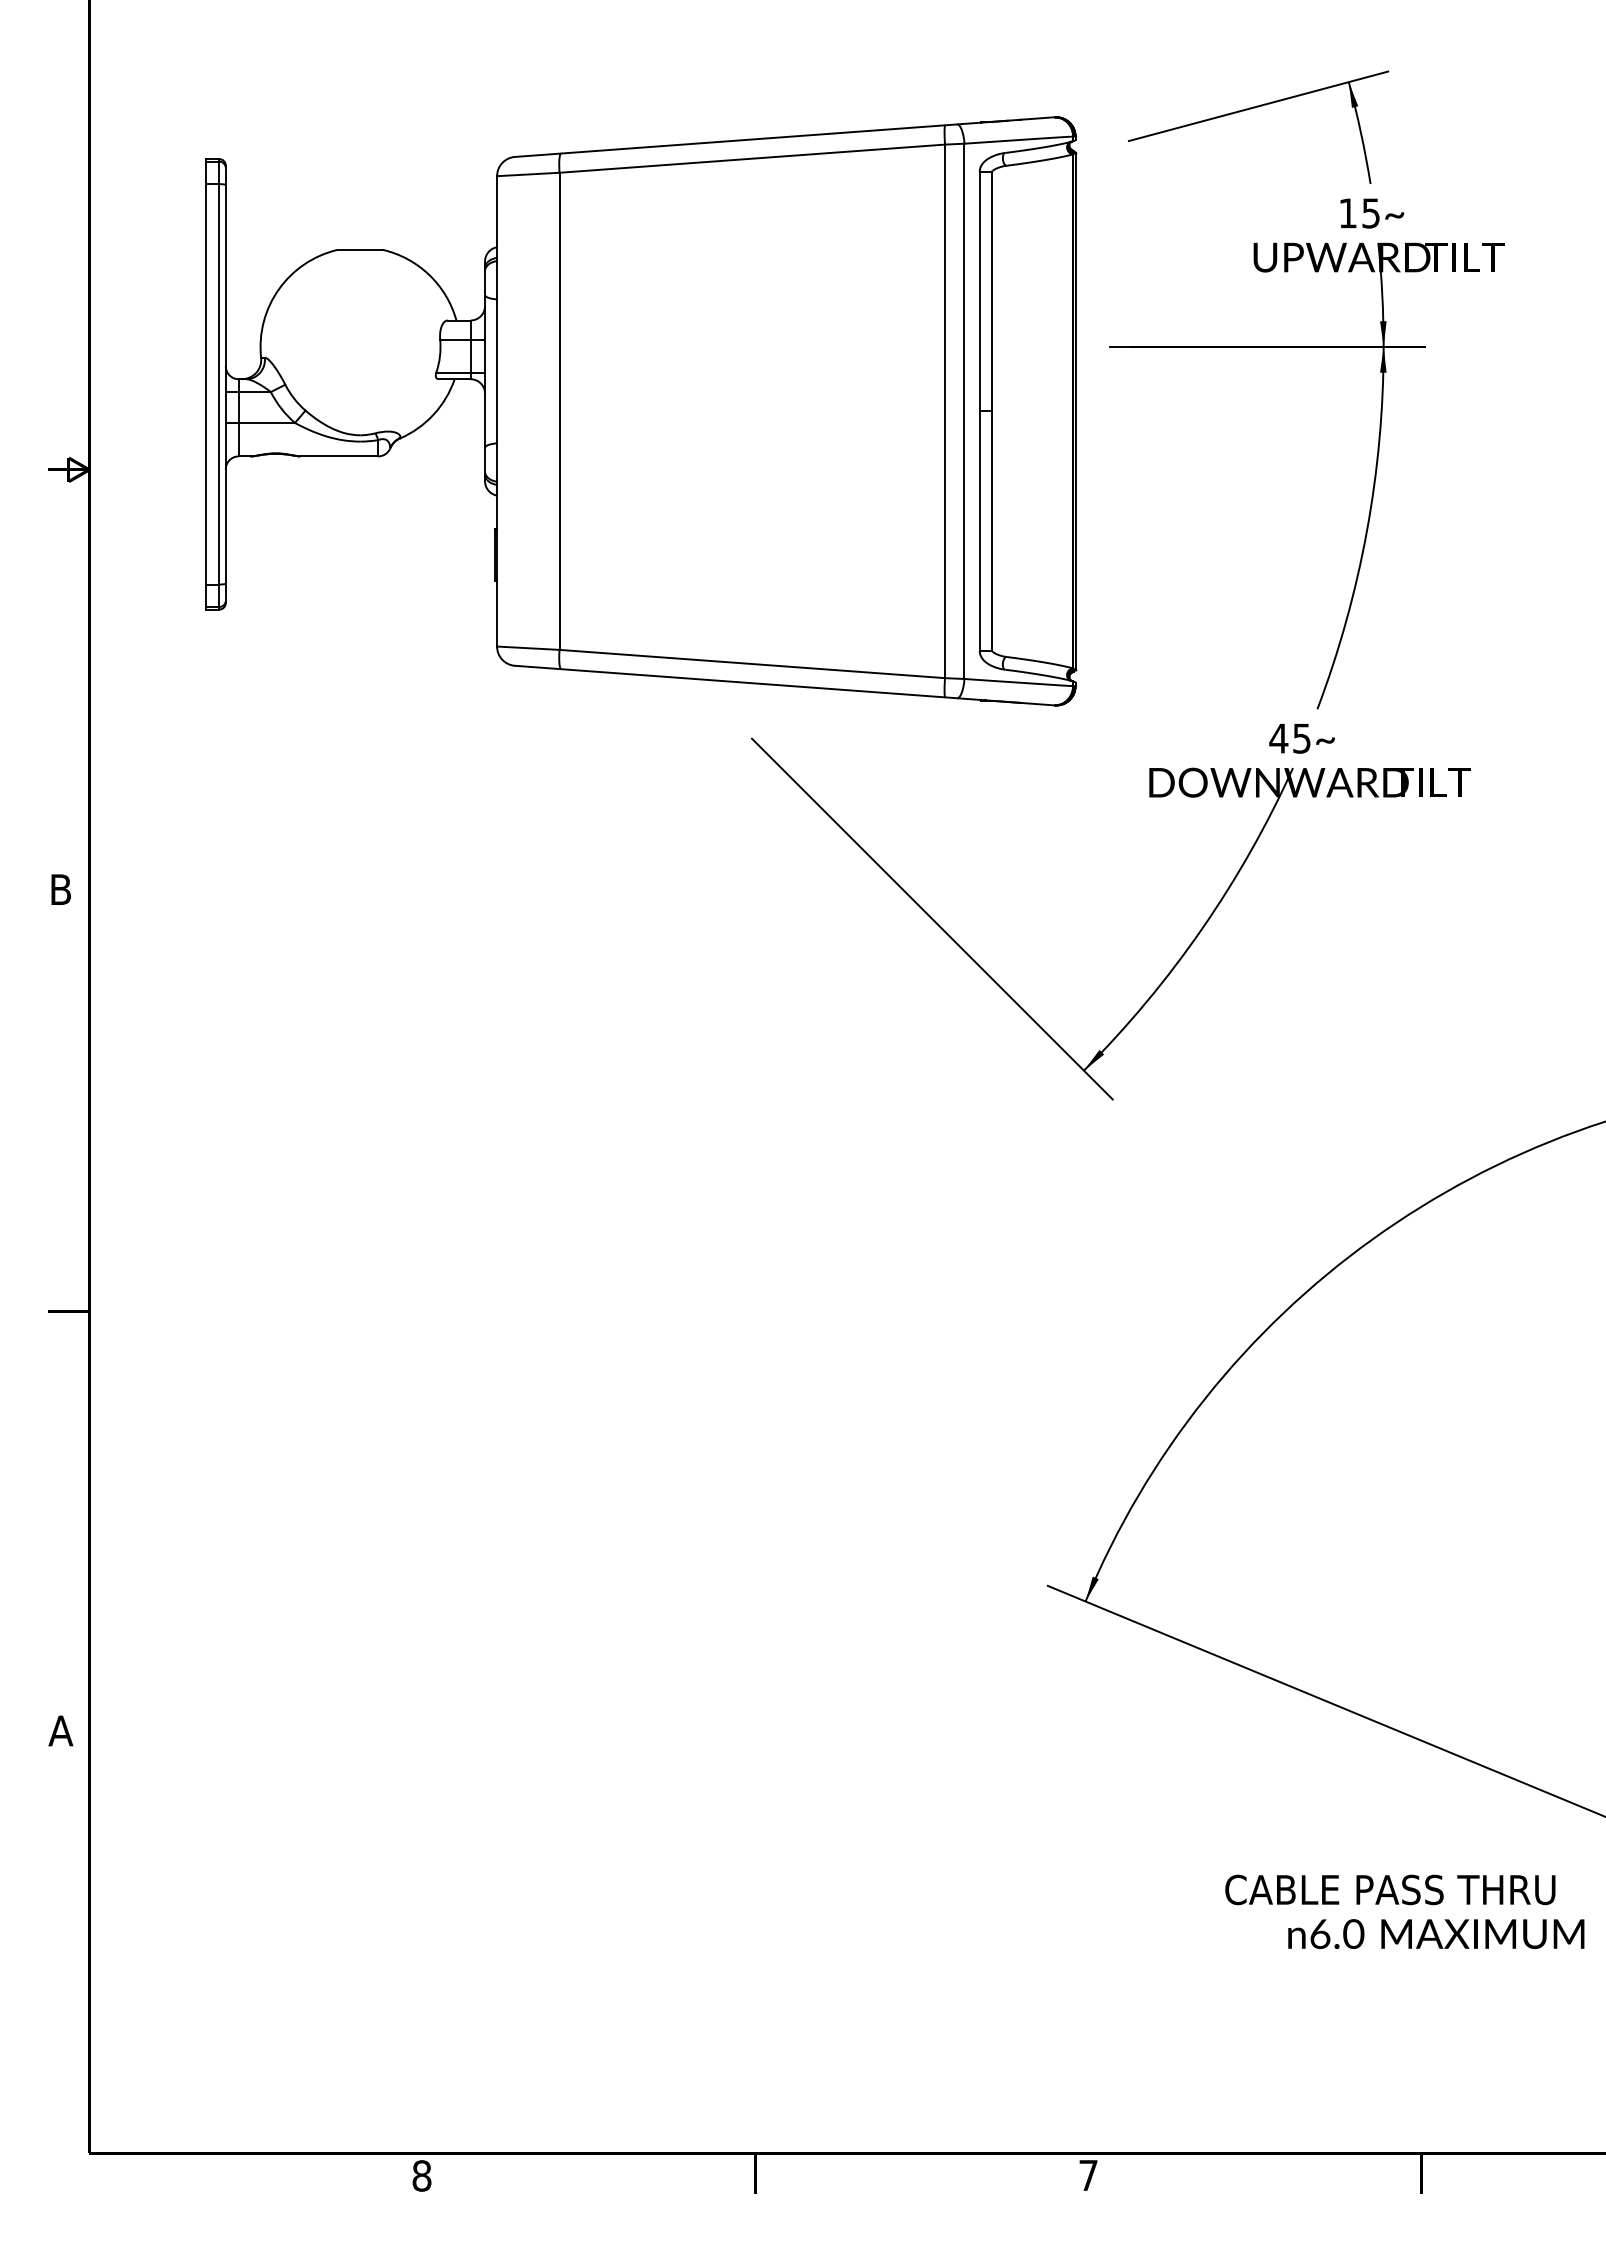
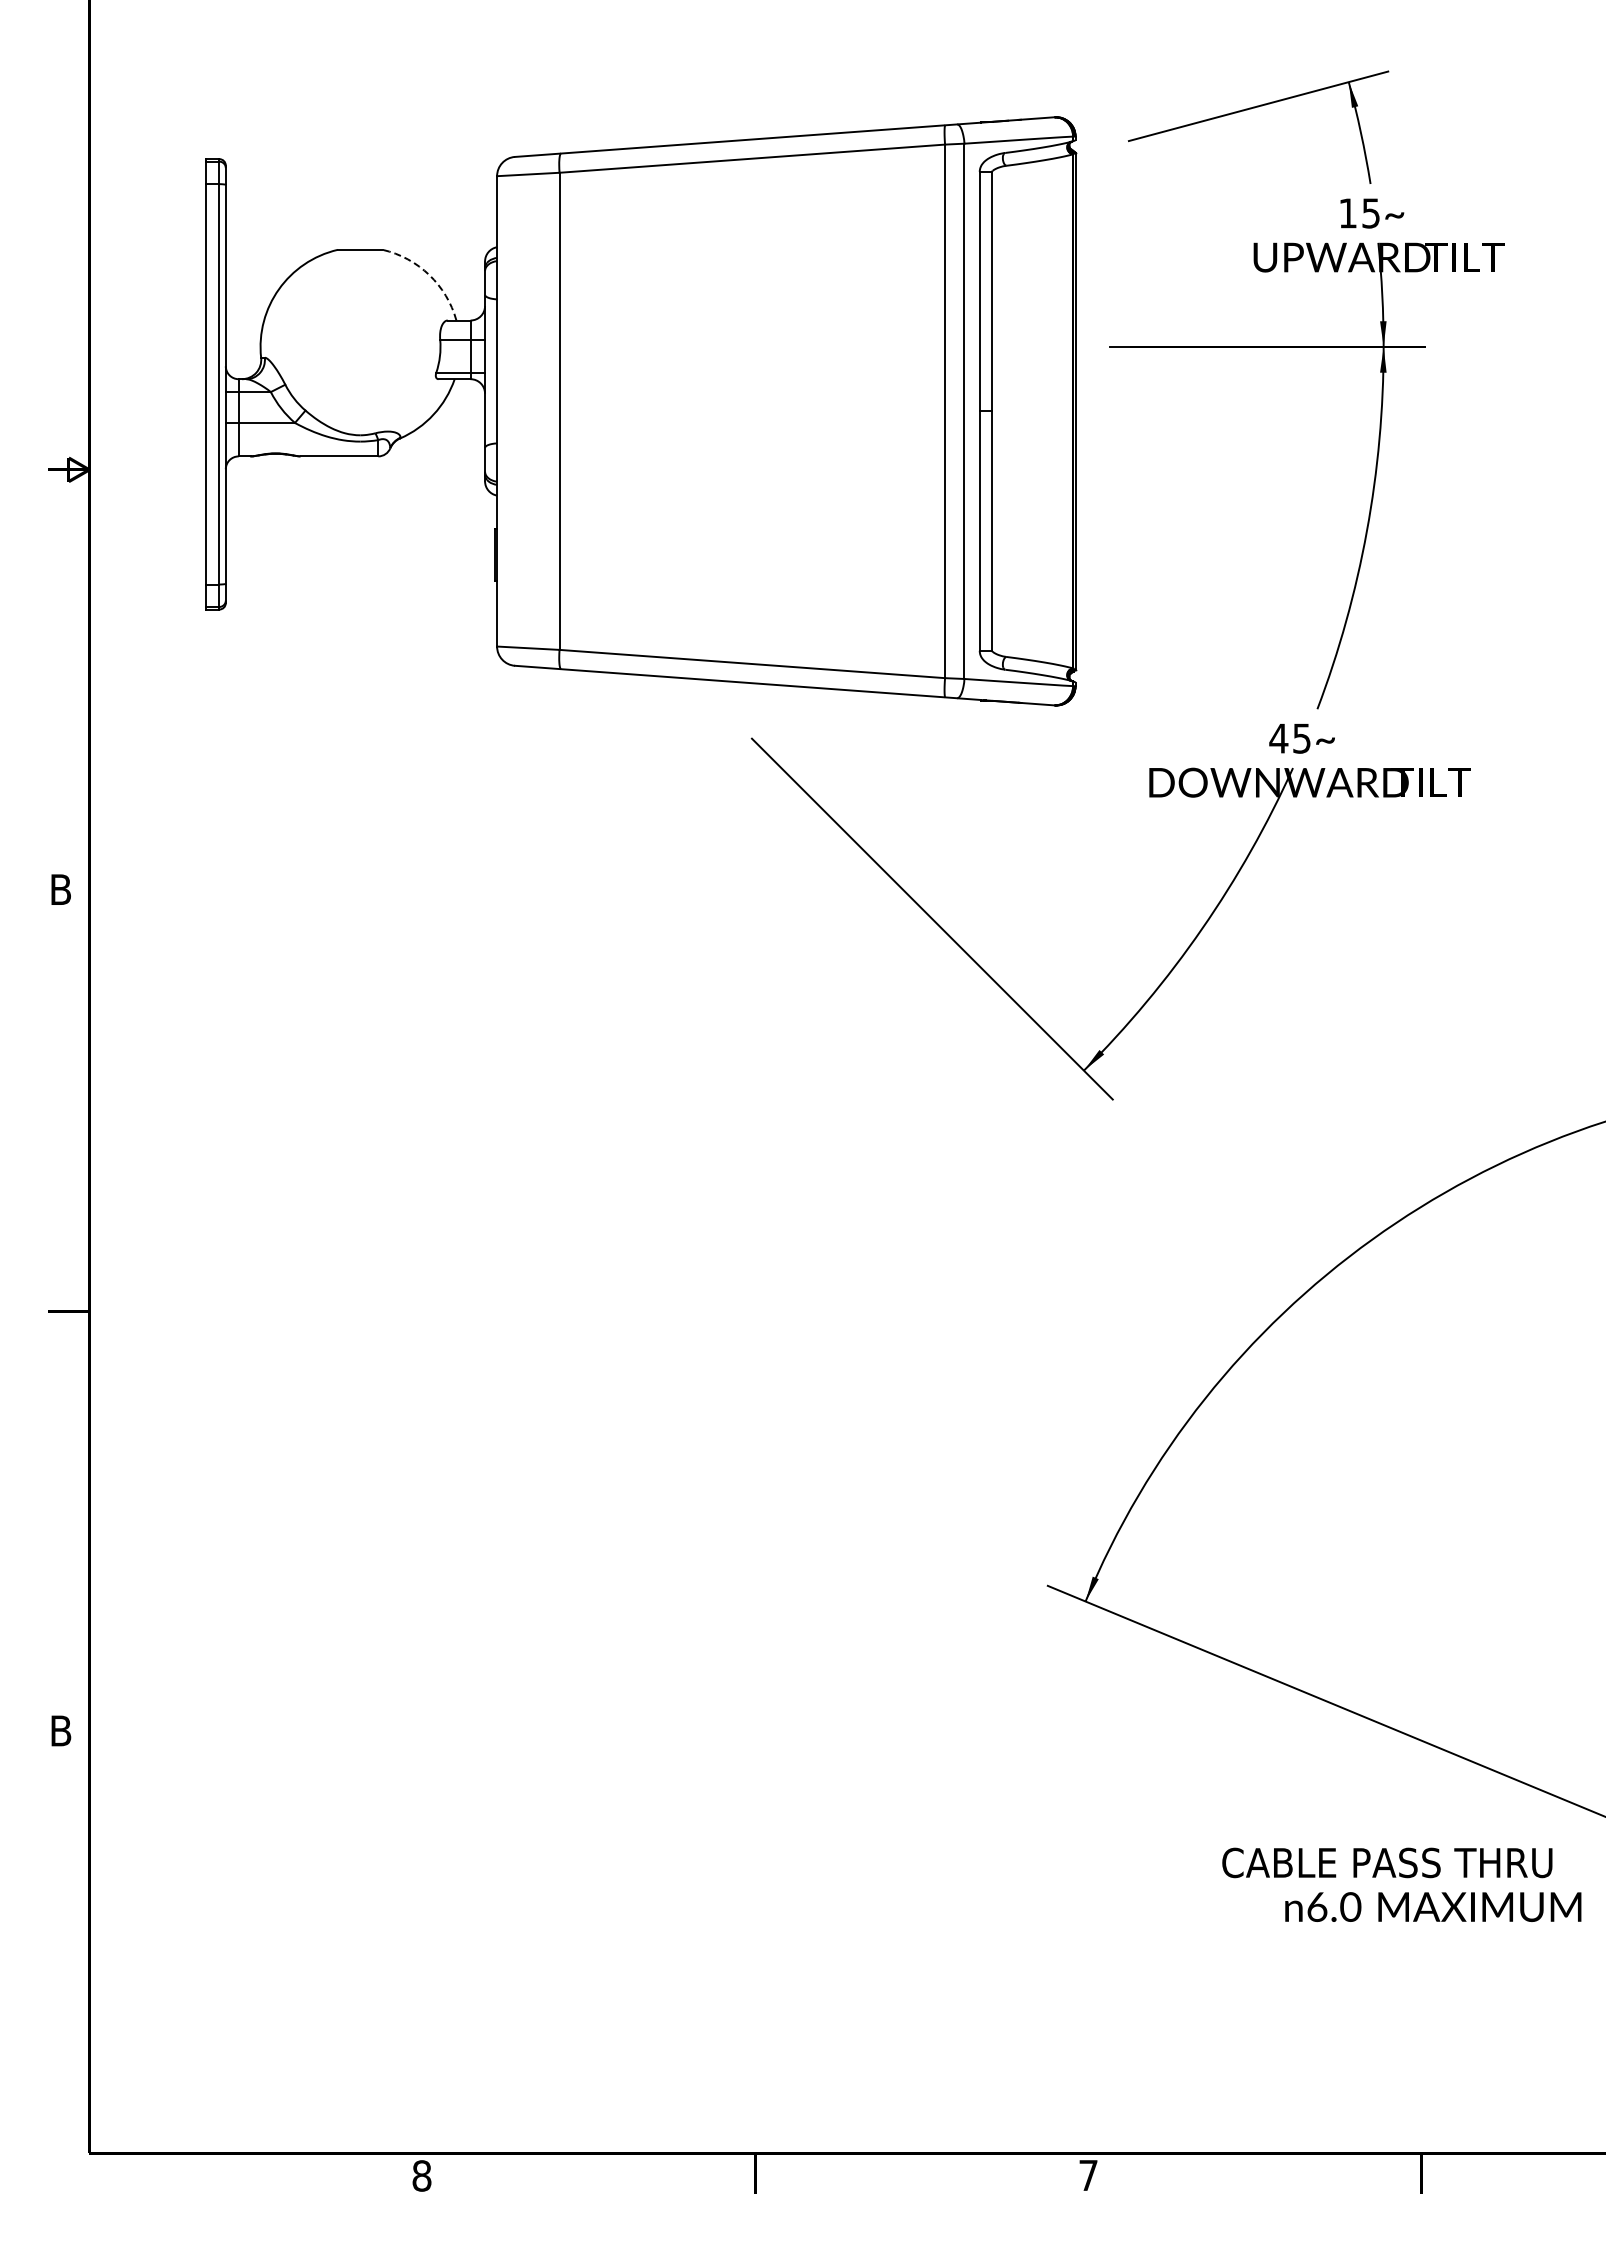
arc at (429, 275): solid -> dashed
text at (60, 1730): A -> B
text at (1404, 1911) position: (1404, 1911) -> (1401, 1884)
